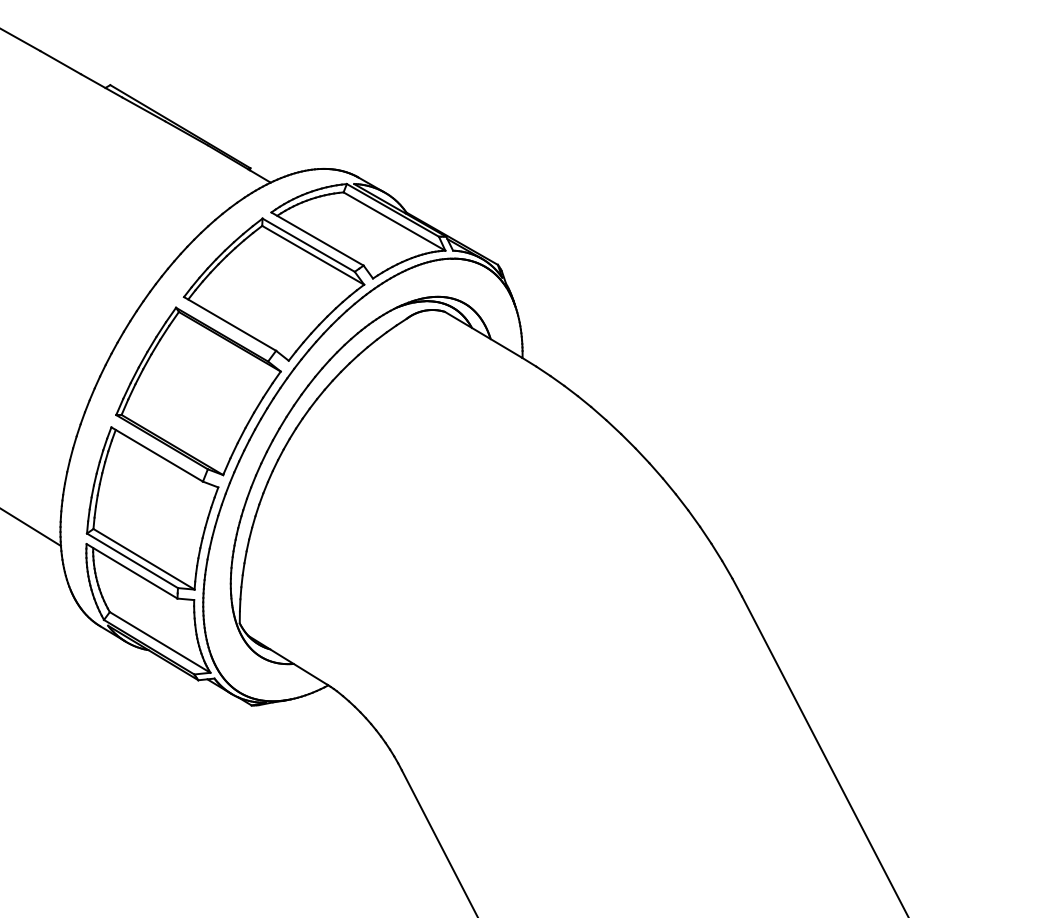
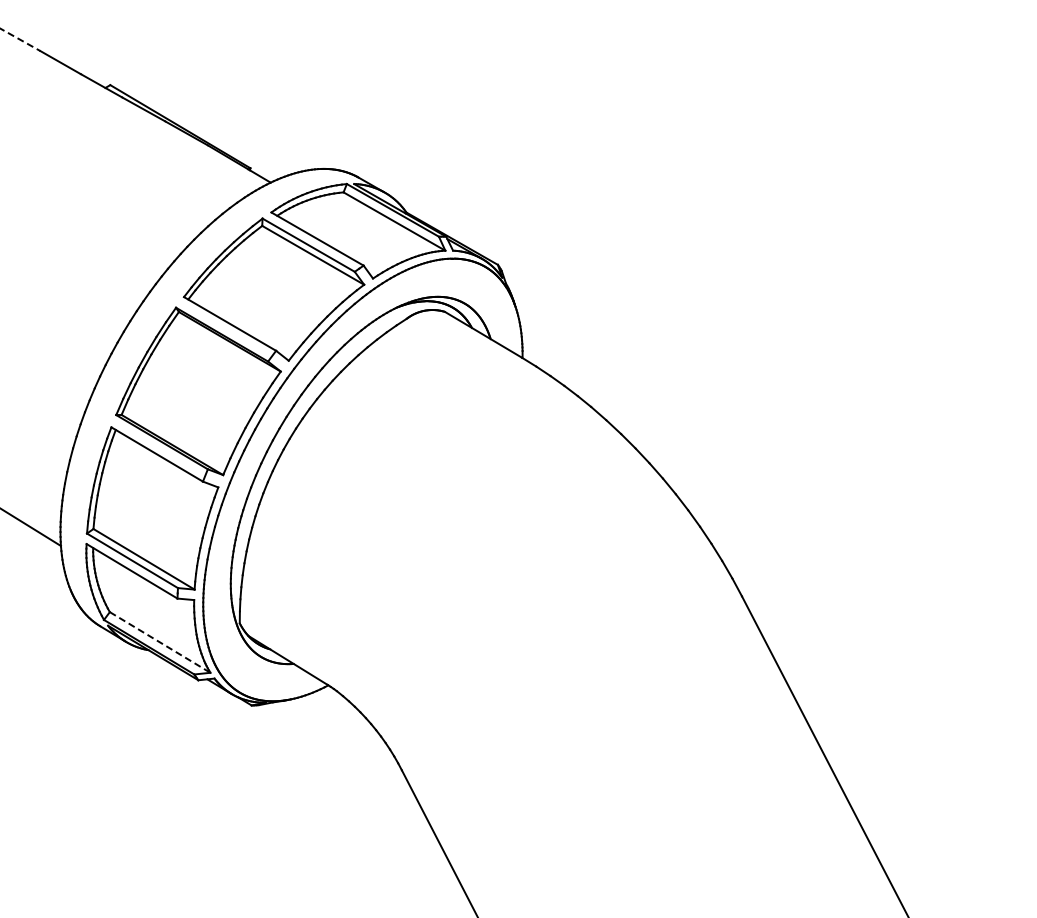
line at (20, 39): solid -> dashed
line at (160, 642): solid -> dashed
